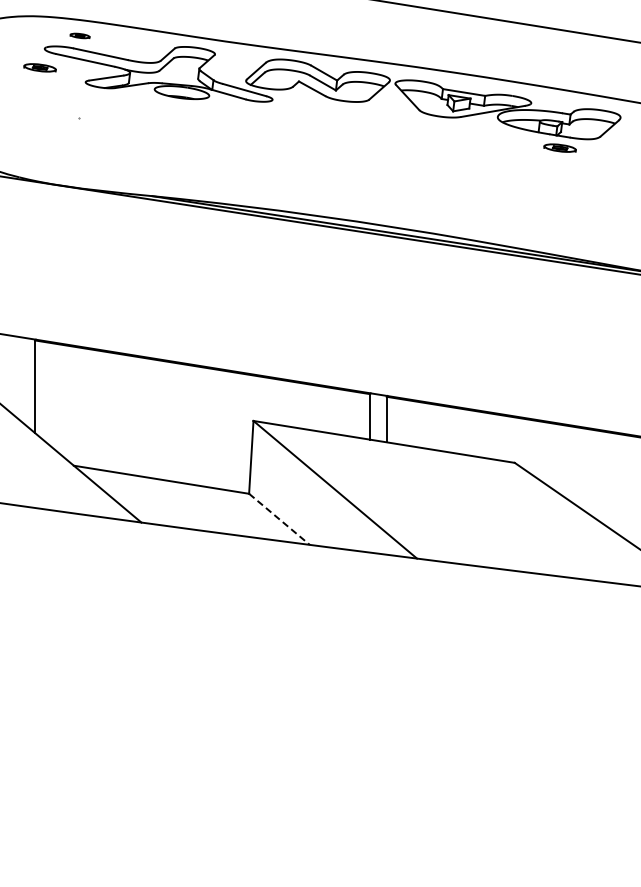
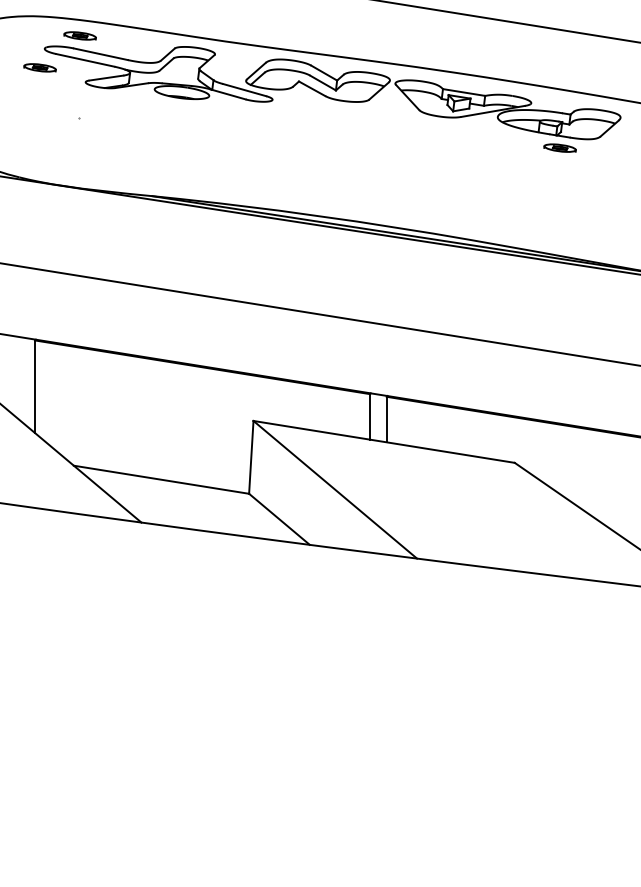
part at (79, 35) size: 22x8 px -> 34x10 px
line at (319, 314): none -> present
line at (279, 519): dashed -> solid
